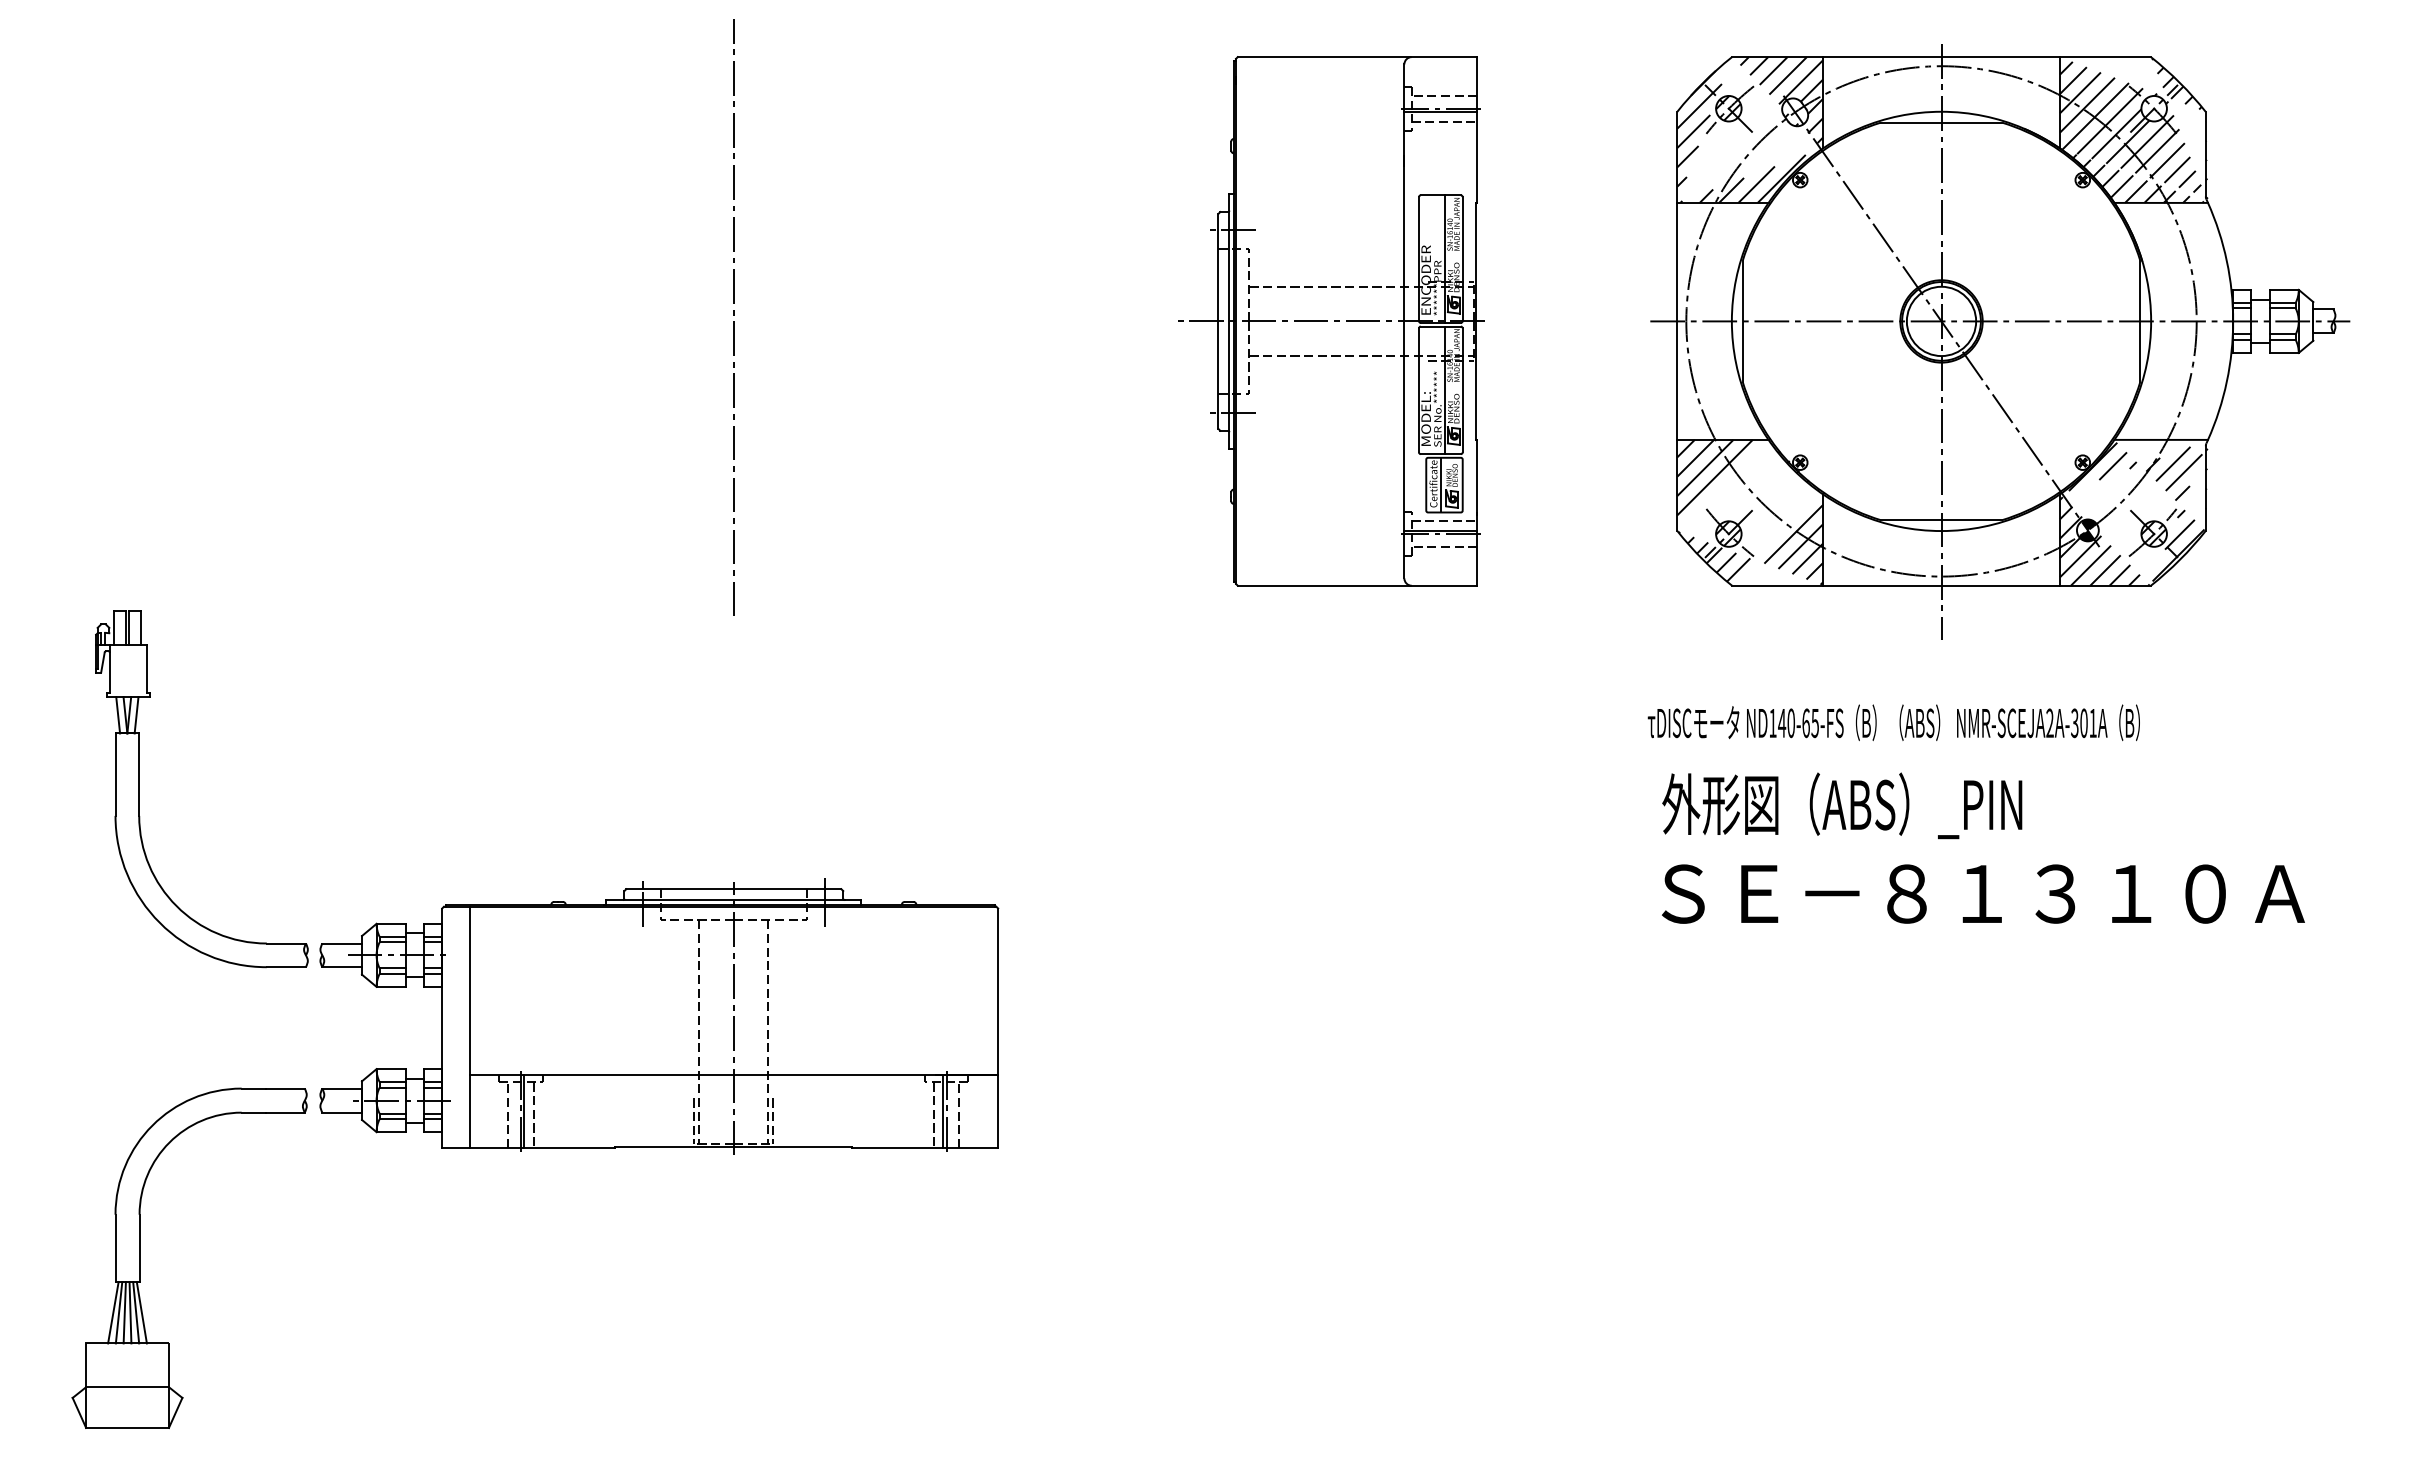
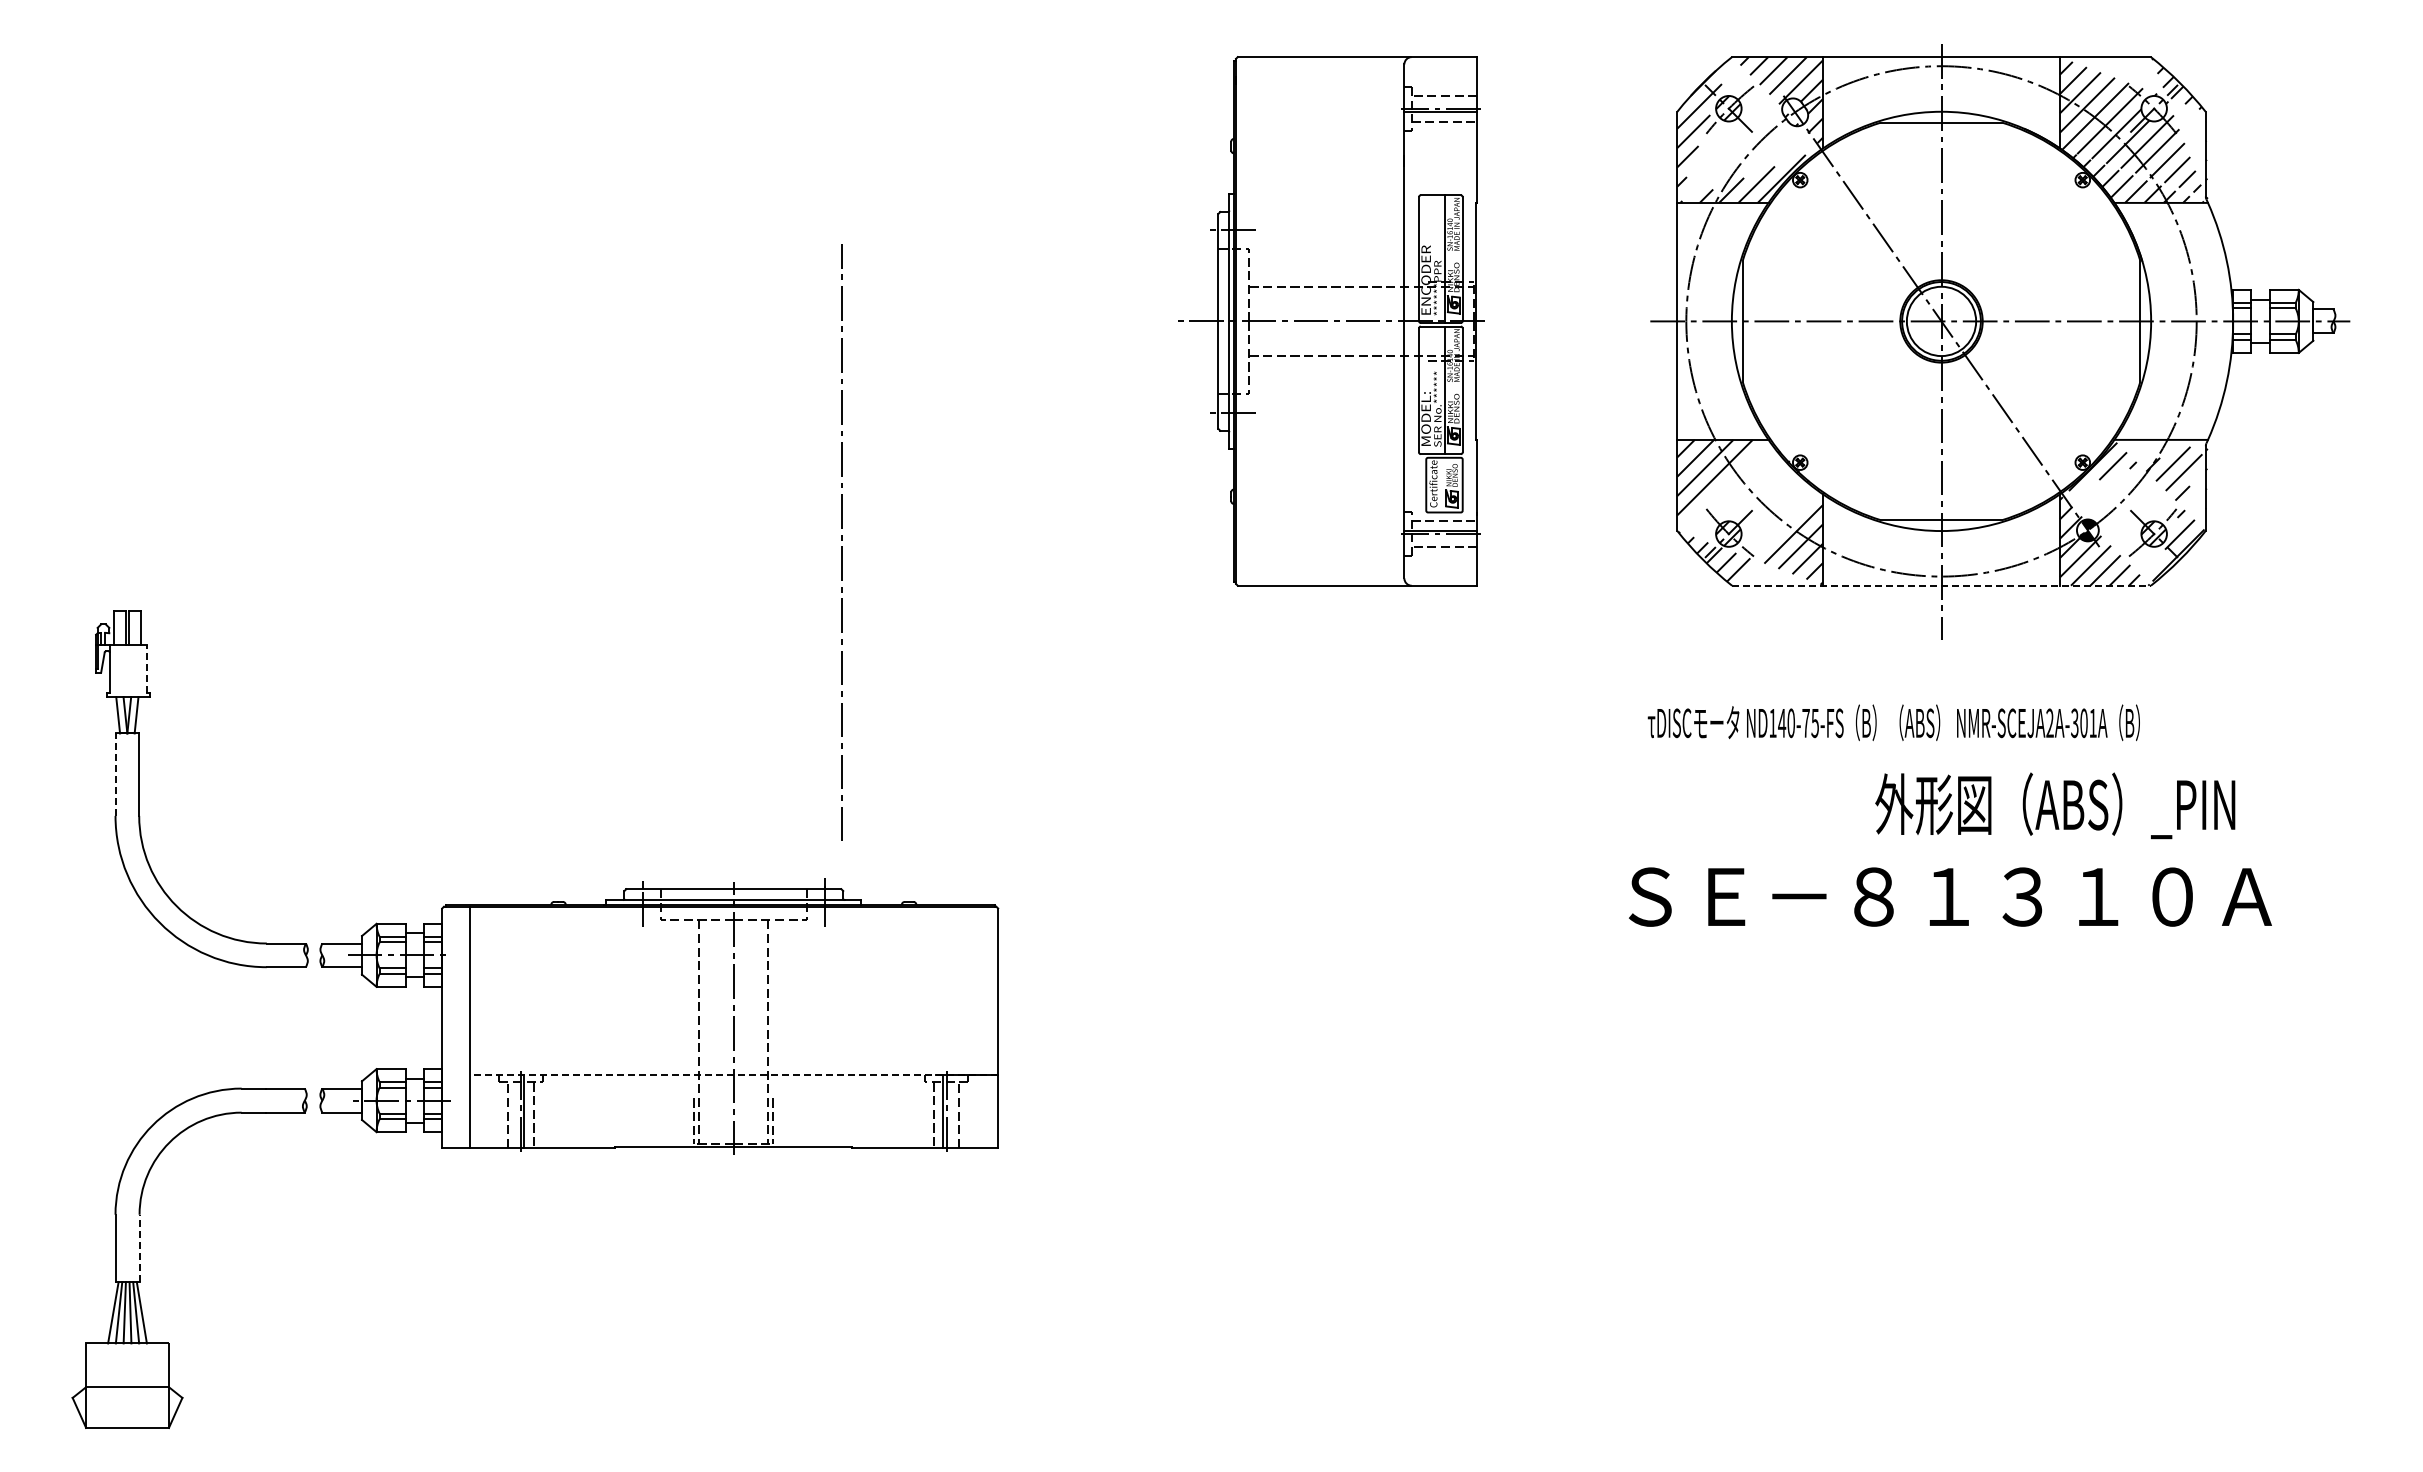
line at (733, 315) position: (733, 315) -> (841, 540)
line at (1440, 484): present -> none
line at (1942, 585): solid -> dashed
line at (146, 669): solid -> dashed
text at (1805, 723): ND140-65-FS -> ND140-75-FS
line at (115, 774): solid -> dashed
text at (1842, 805) position: (1842, 805) -> (2055, 805)
text at (1983, 893) position: (1983, 893) -> (1950, 896)
line at (733, 1075): solid -> dashed
line at (139, 1248): solid -> dashed
